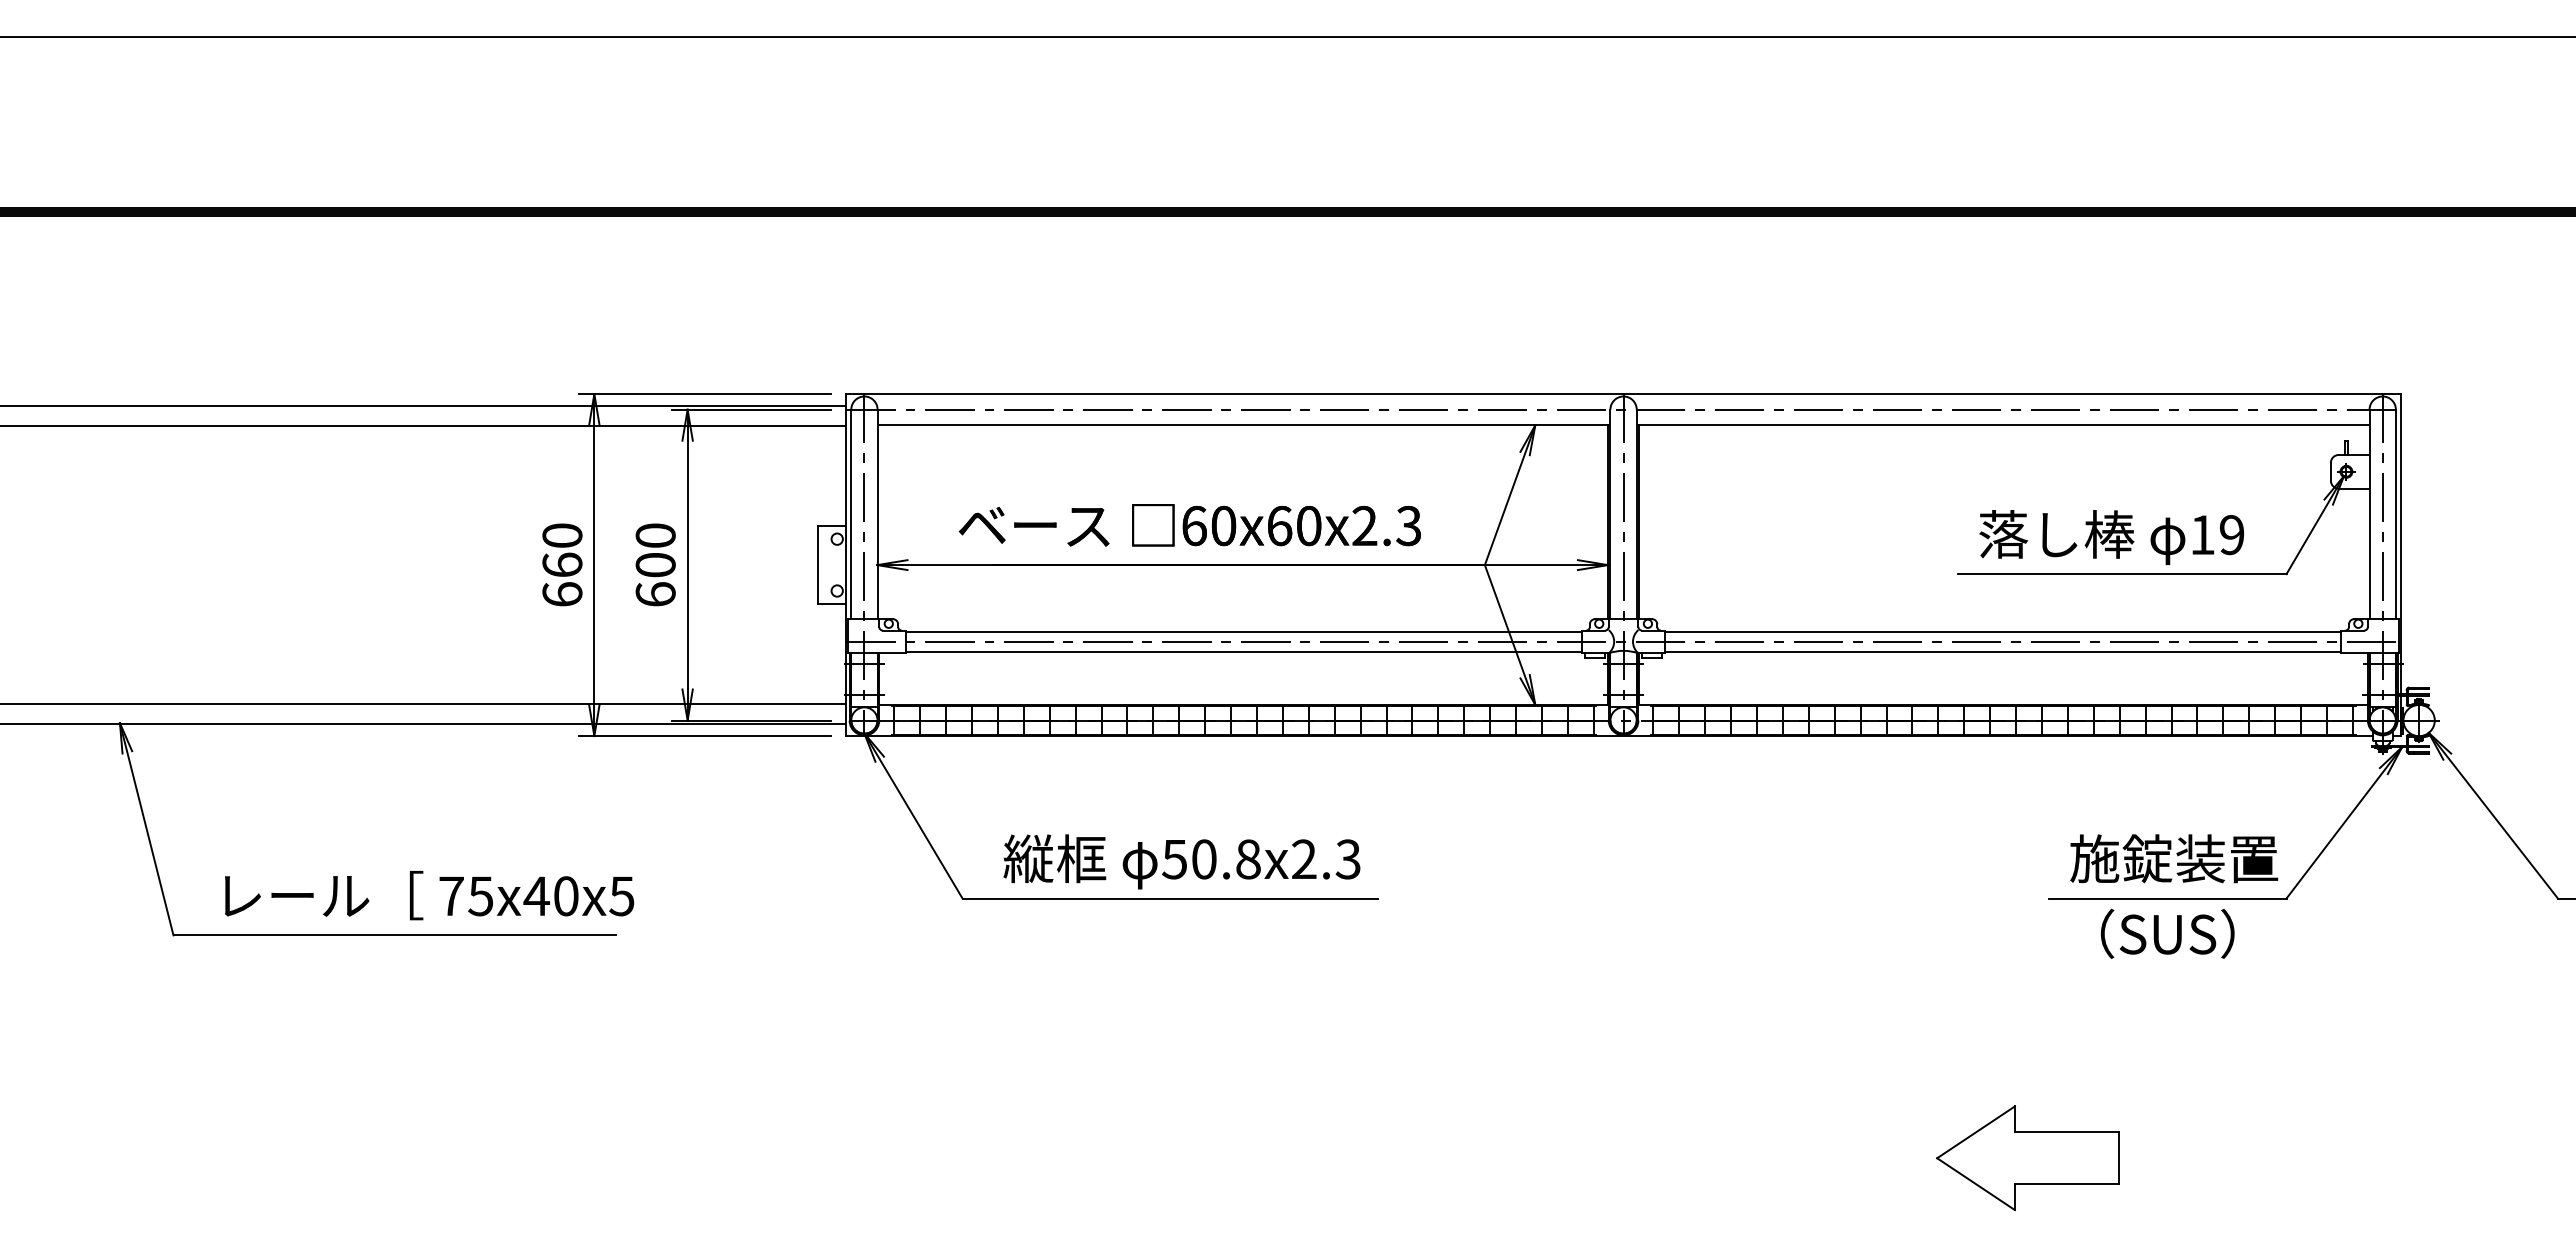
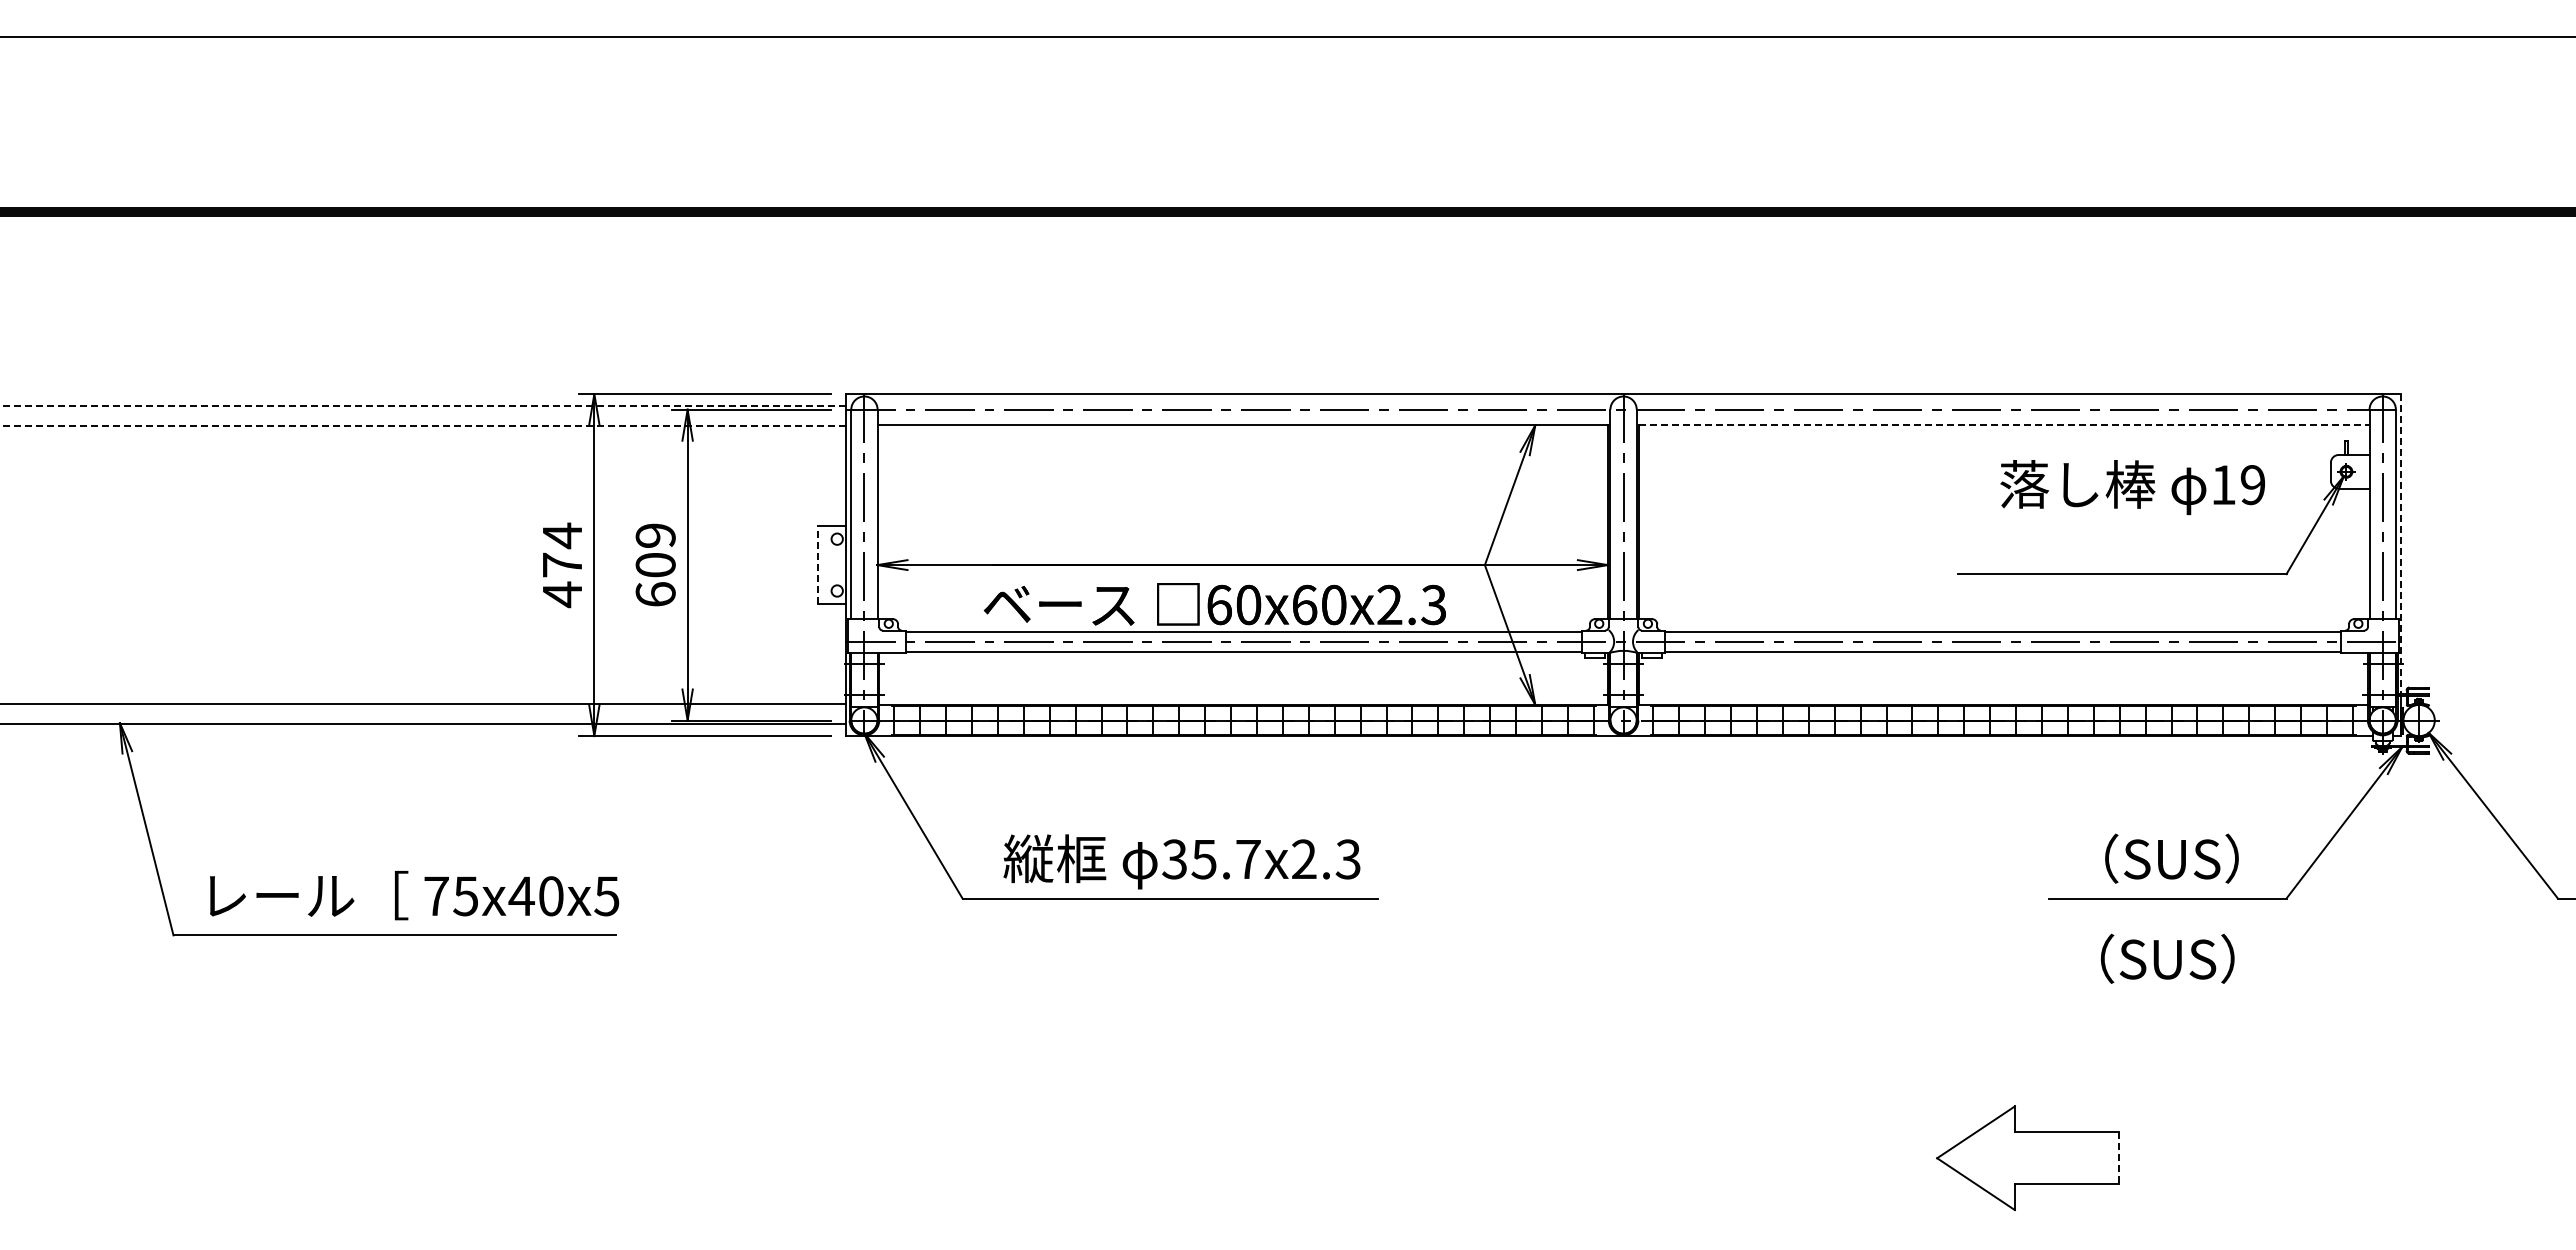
line at (423, 405): solid -> dashed
line at (2004, 425): solid -> dashed
line at (423, 426): solid -> dashed
text at (1189, 525) position: (1189, 525) -> (1214, 604)
text at (655, 535): 600 -> 609
text at (2111, 537) position: (2111, 537) -> (2132, 487)
line at (2400, 544): solid -> dashed
text at (562, 565): 660 -> 474
line at (817, 565): solid -> dashed
text at (2174, 858): 施錠装置 -> （SUS）
text at (1211, 859): 50.8x2.3 -> 35.7x2.3
text at (429, 895) position: (429, 895) -> (414, 895)
text at (2167, 933) position: (2167, 933) -> (2167, 958)
line at (2118, 1158): solid -> dashed
